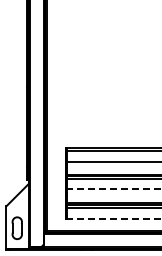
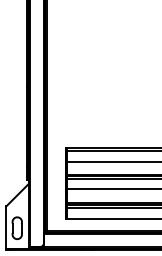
line at (113, 189): dashed -> solid
line at (113, 219): dashed -> solid
